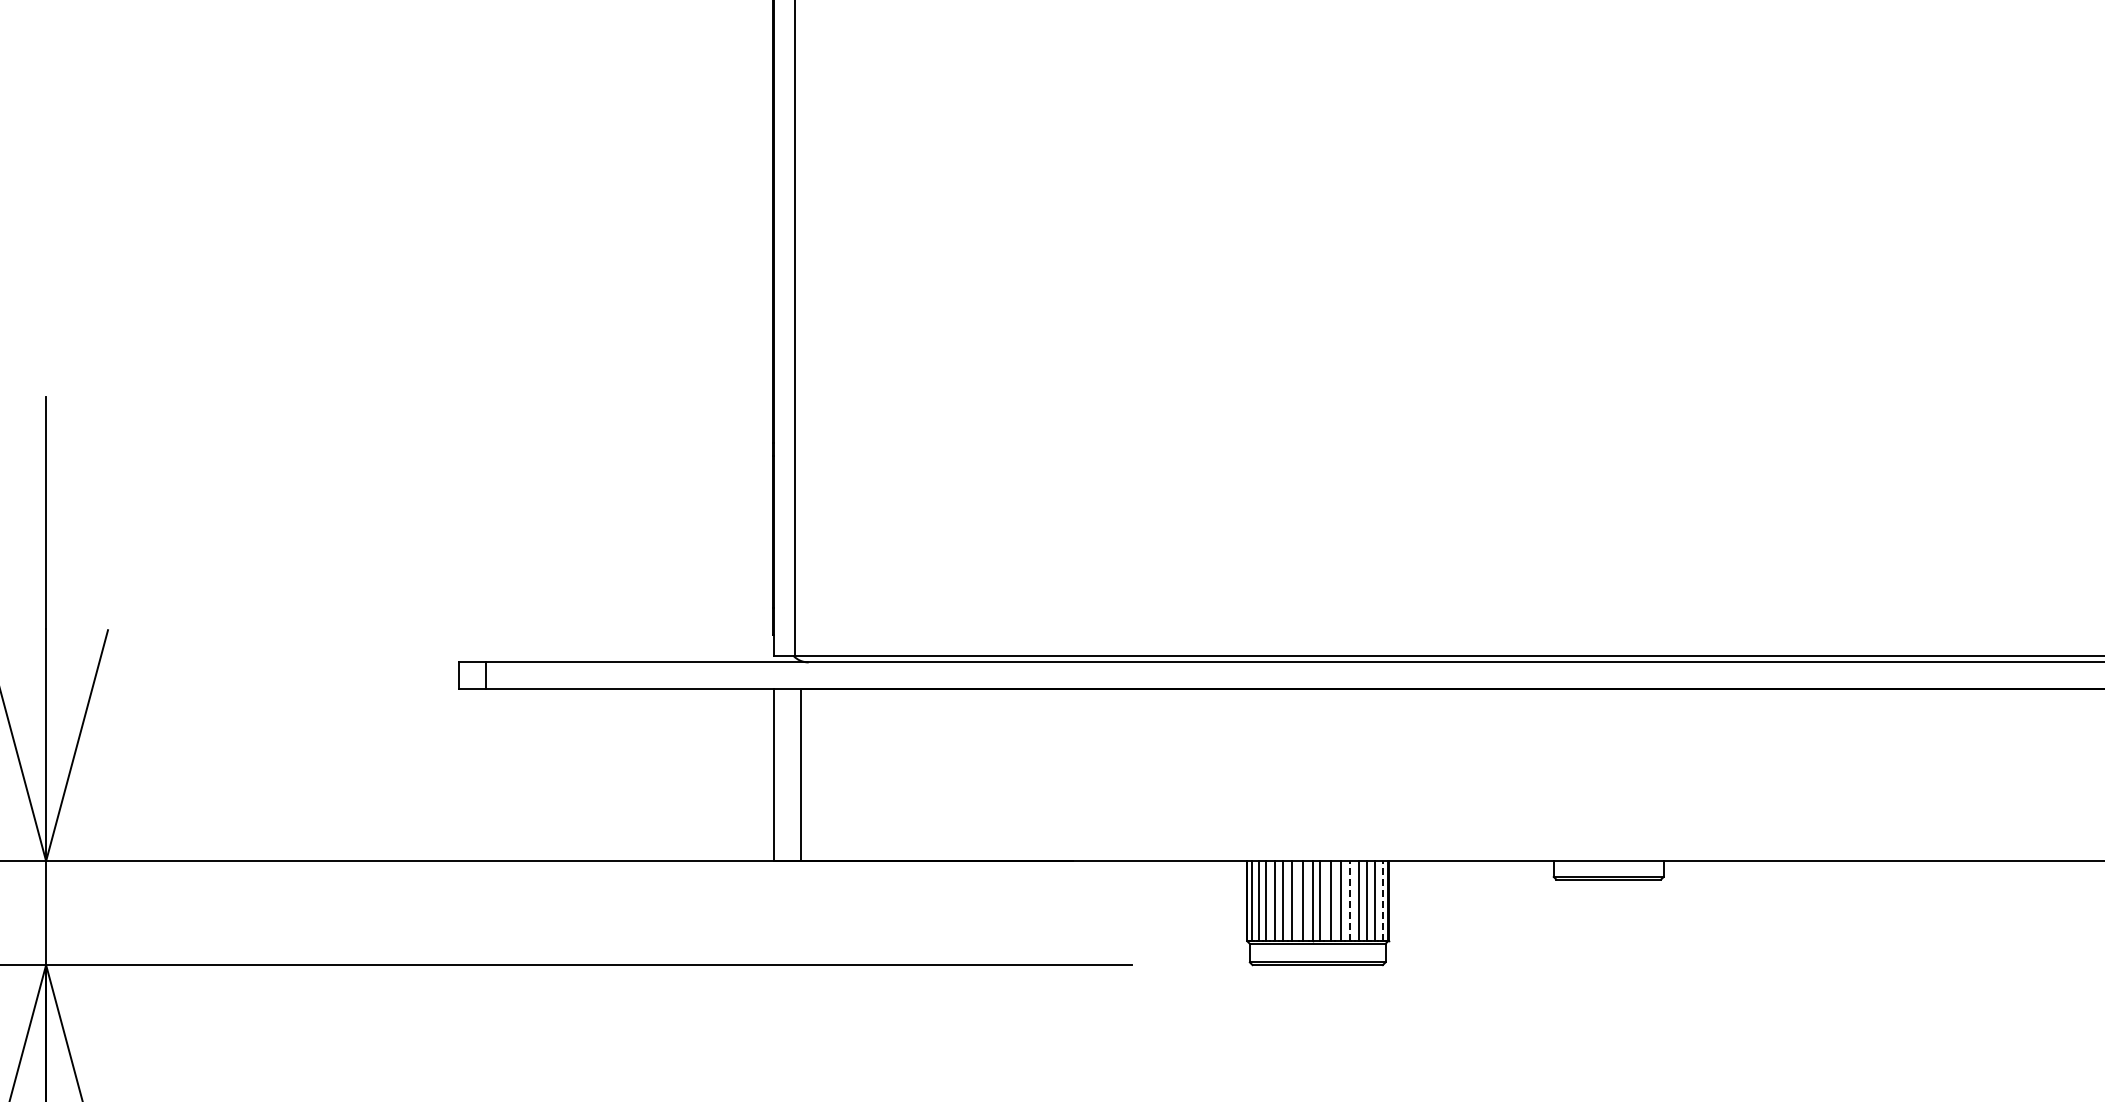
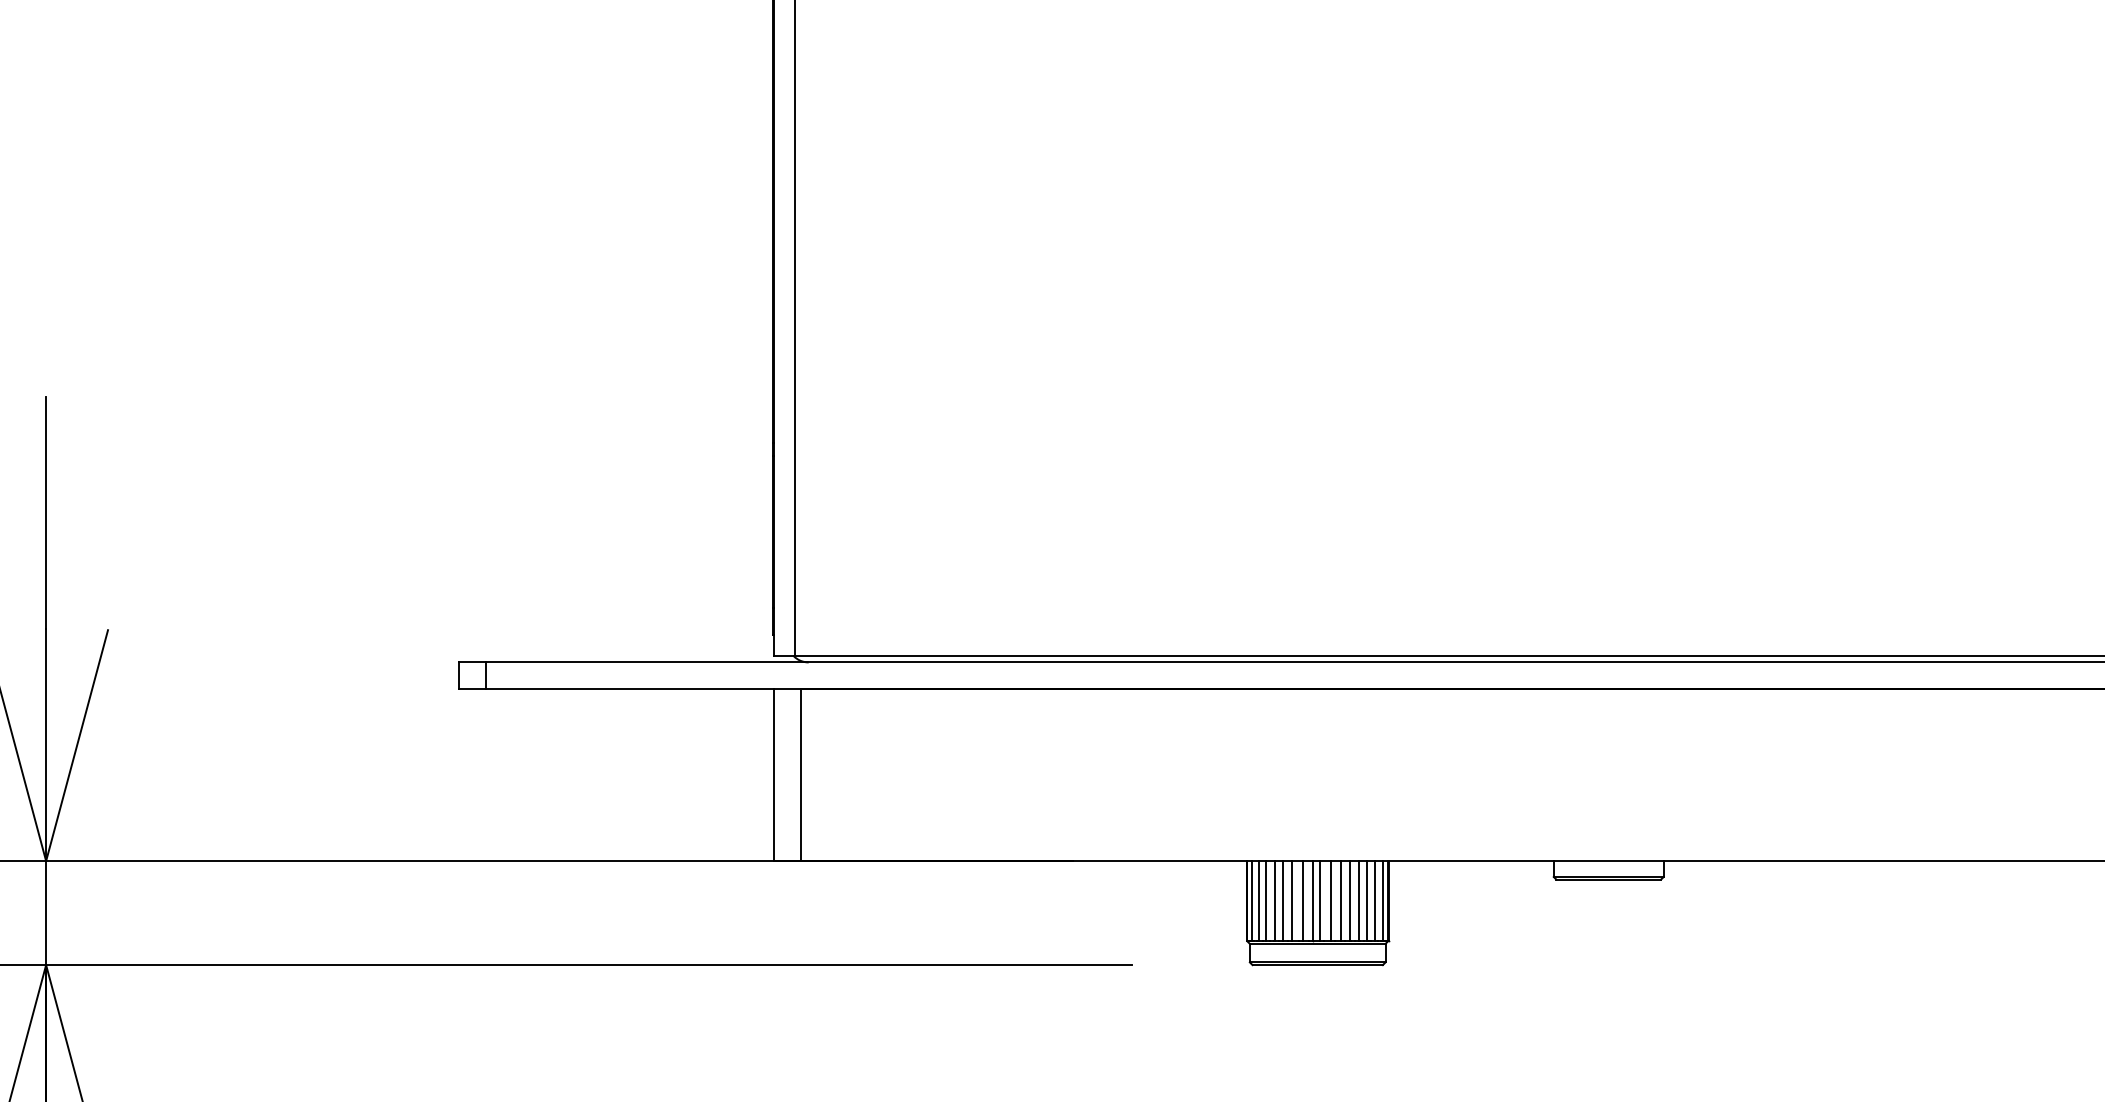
line at (1350, 900): dashed -> solid
line at (1383, 900): dashed -> solid
